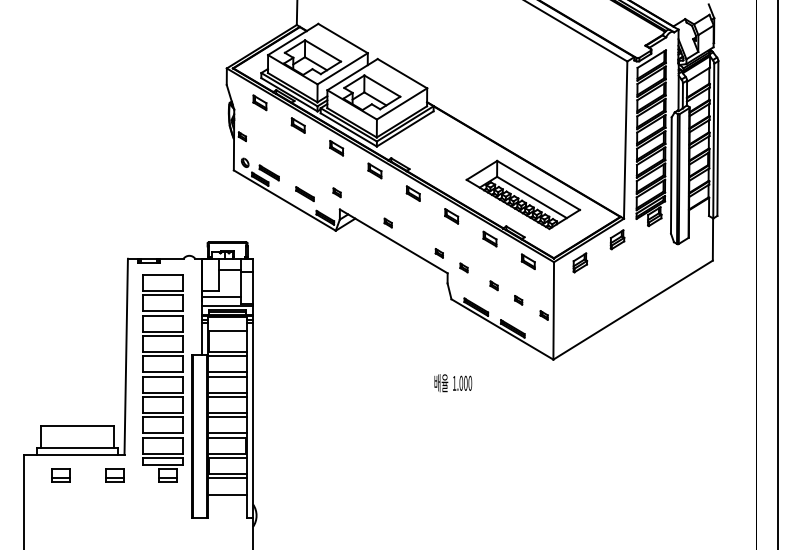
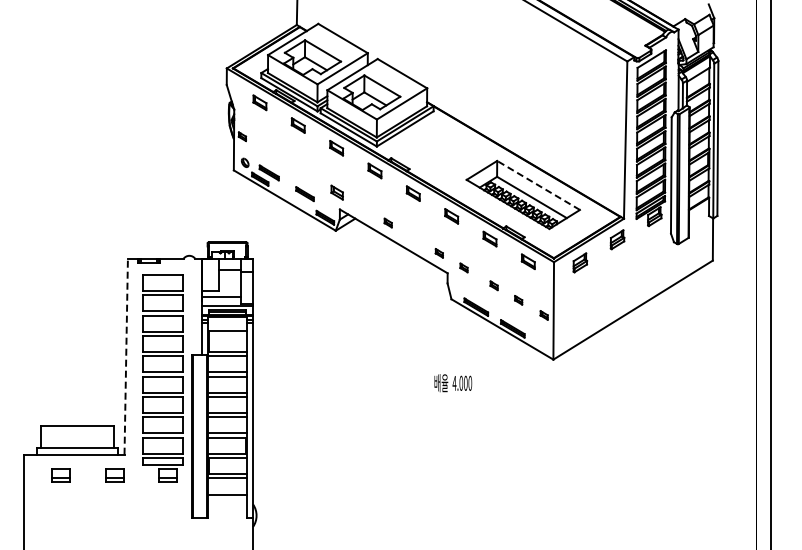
line at (538, 185): solid -> dashed
part at (336, 192) size: 10x12 px -> 14x17 px
line at (777, 274) position: (777, 274) -> (770, 274)
line at (126, 356): solid -> dashed
text at (454, 383): 1.000 -> 4.000
